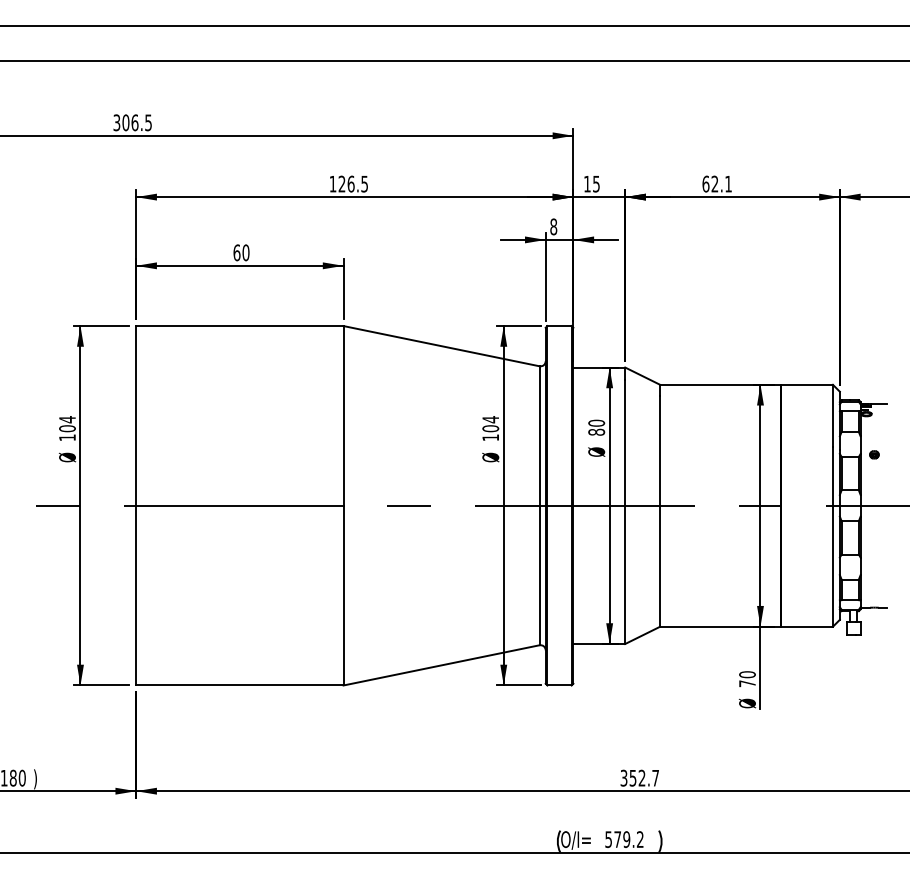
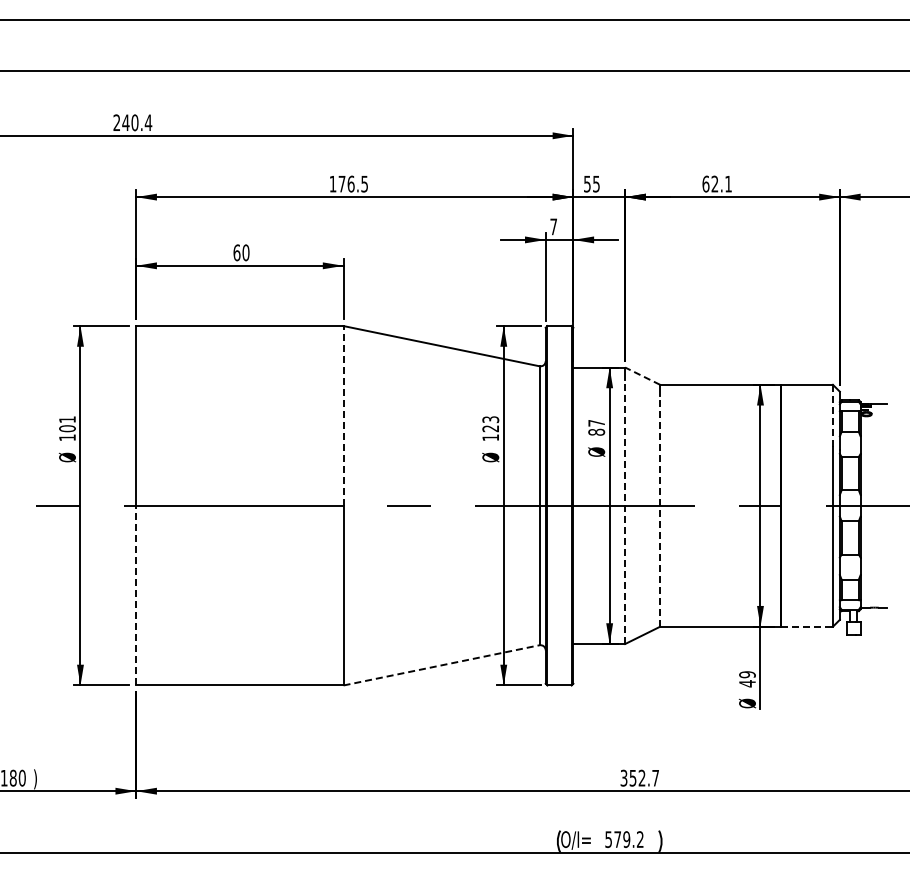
line at (454, 26) position: (454, 26) -> (454, 20)
line at (454, 60) position: (454, 60) -> (454, 70)
text at (132, 122): 306.5 -> 240.4
text at (341, 183): 126.5 -> 176.5
text at (587, 184): 15 -> 55
text at (553, 226): 8 -> 7
line at (642, 375): solid -> dashed
line at (343, 415): solid -> dashed
line at (832, 415): solid -> dashed
text at (67, 419): 104 -> 101
text at (596, 422): 80 -> 87
text at (490, 424): 104 -> 123
part at (874, 454): present -> none
line at (660, 510): solid -> dashed
line at (625, 512): solid -> dashed
line at (136, 595): solid -> dashed
line at (807, 626): solid -> dashed
line at (442, 665): solid -> dashed
text at (747, 679): 70 -> 49
